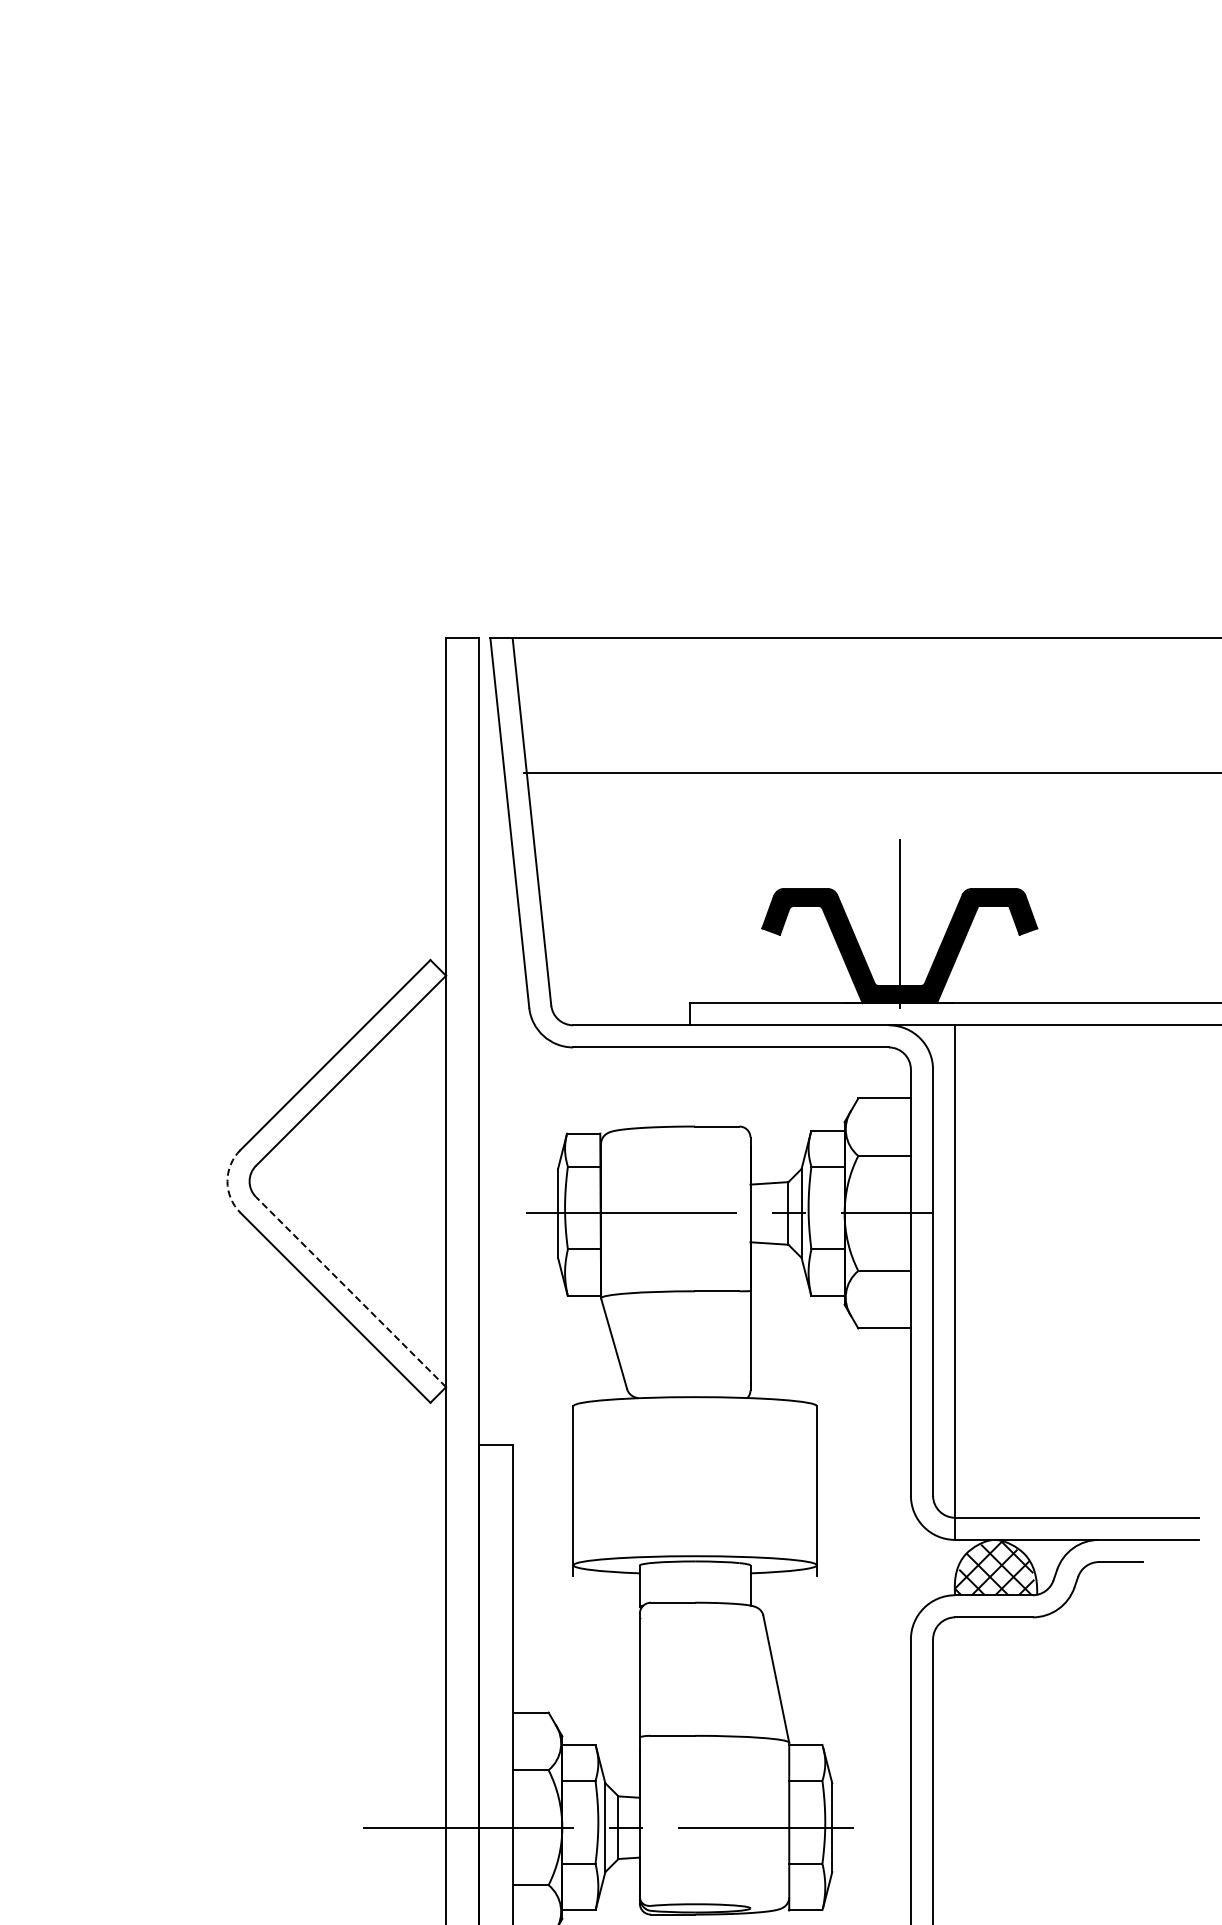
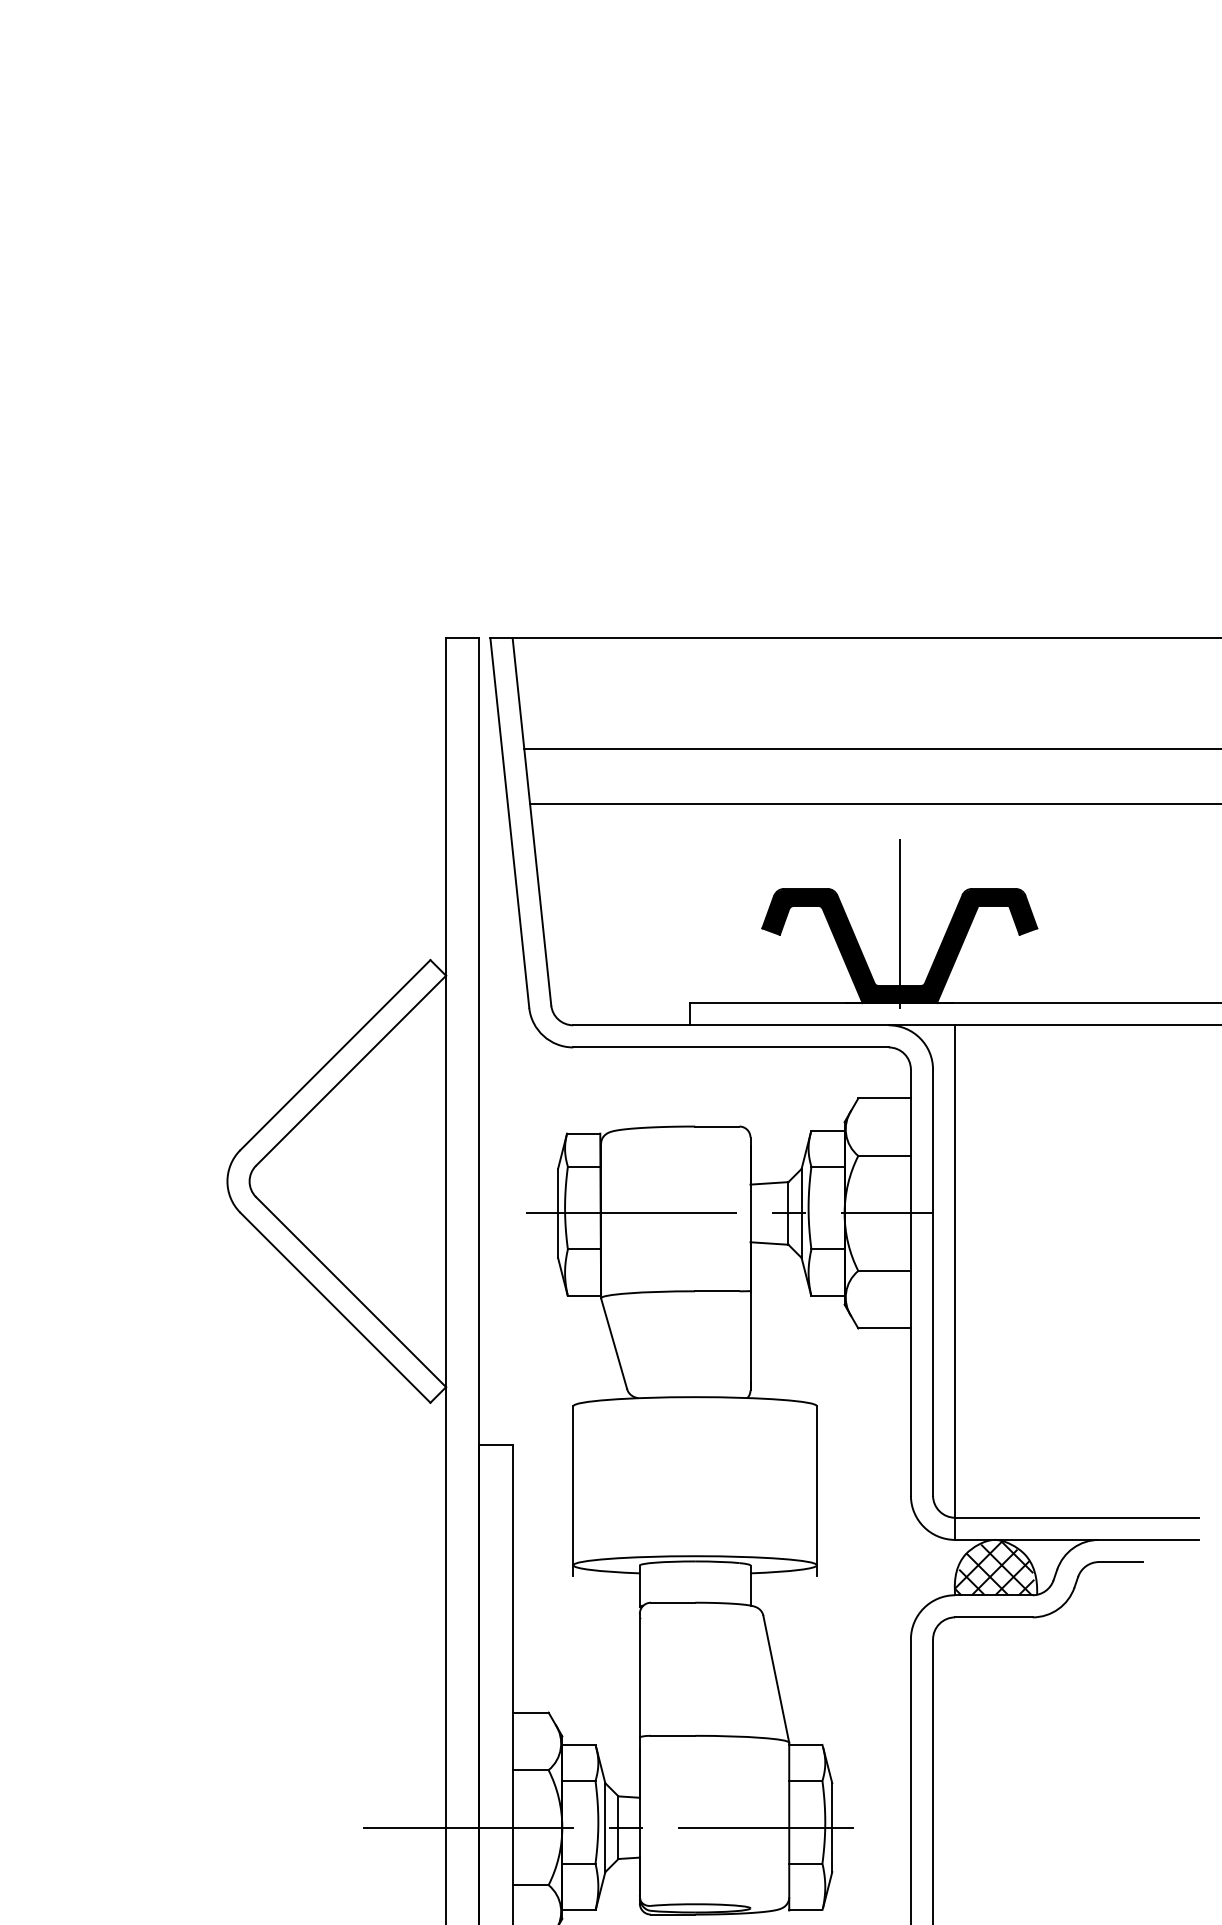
line at (871, 772) position: (871, 772) -> (871, 748)
line at (874, 803): none -> present
arc at (227, 1181): dashed -> solid
line at (350, 1291): dashed -> solid
